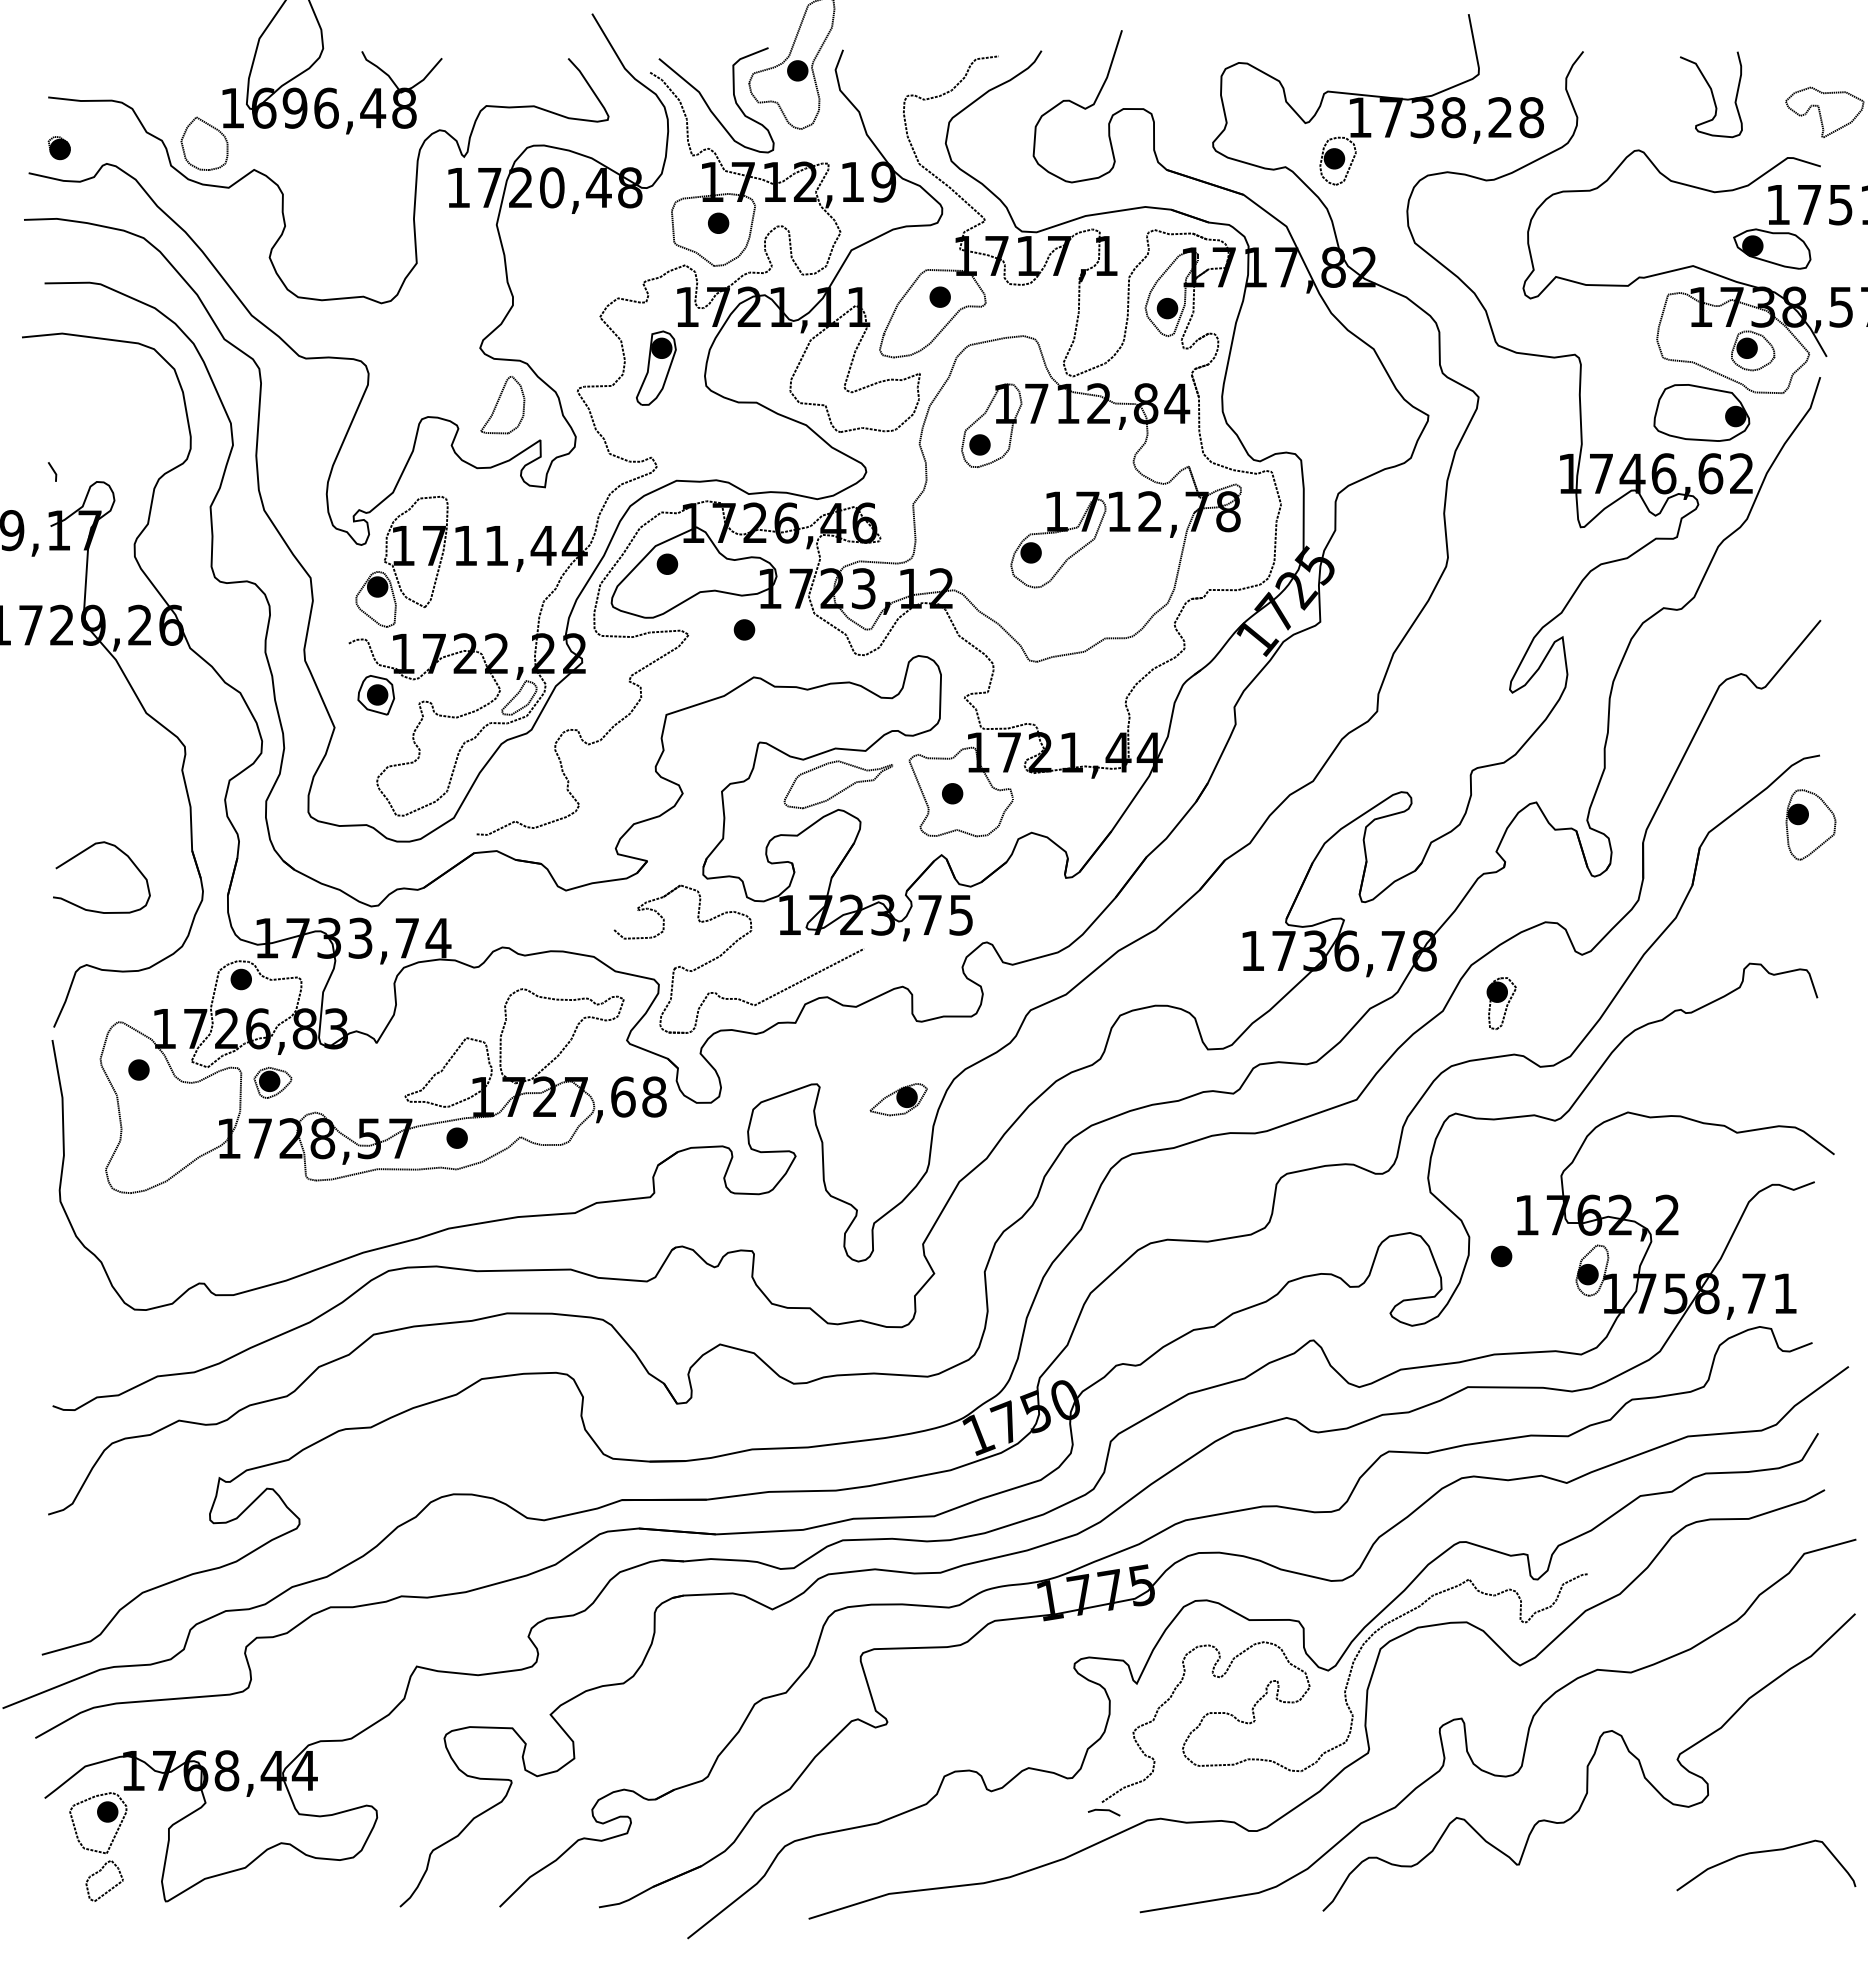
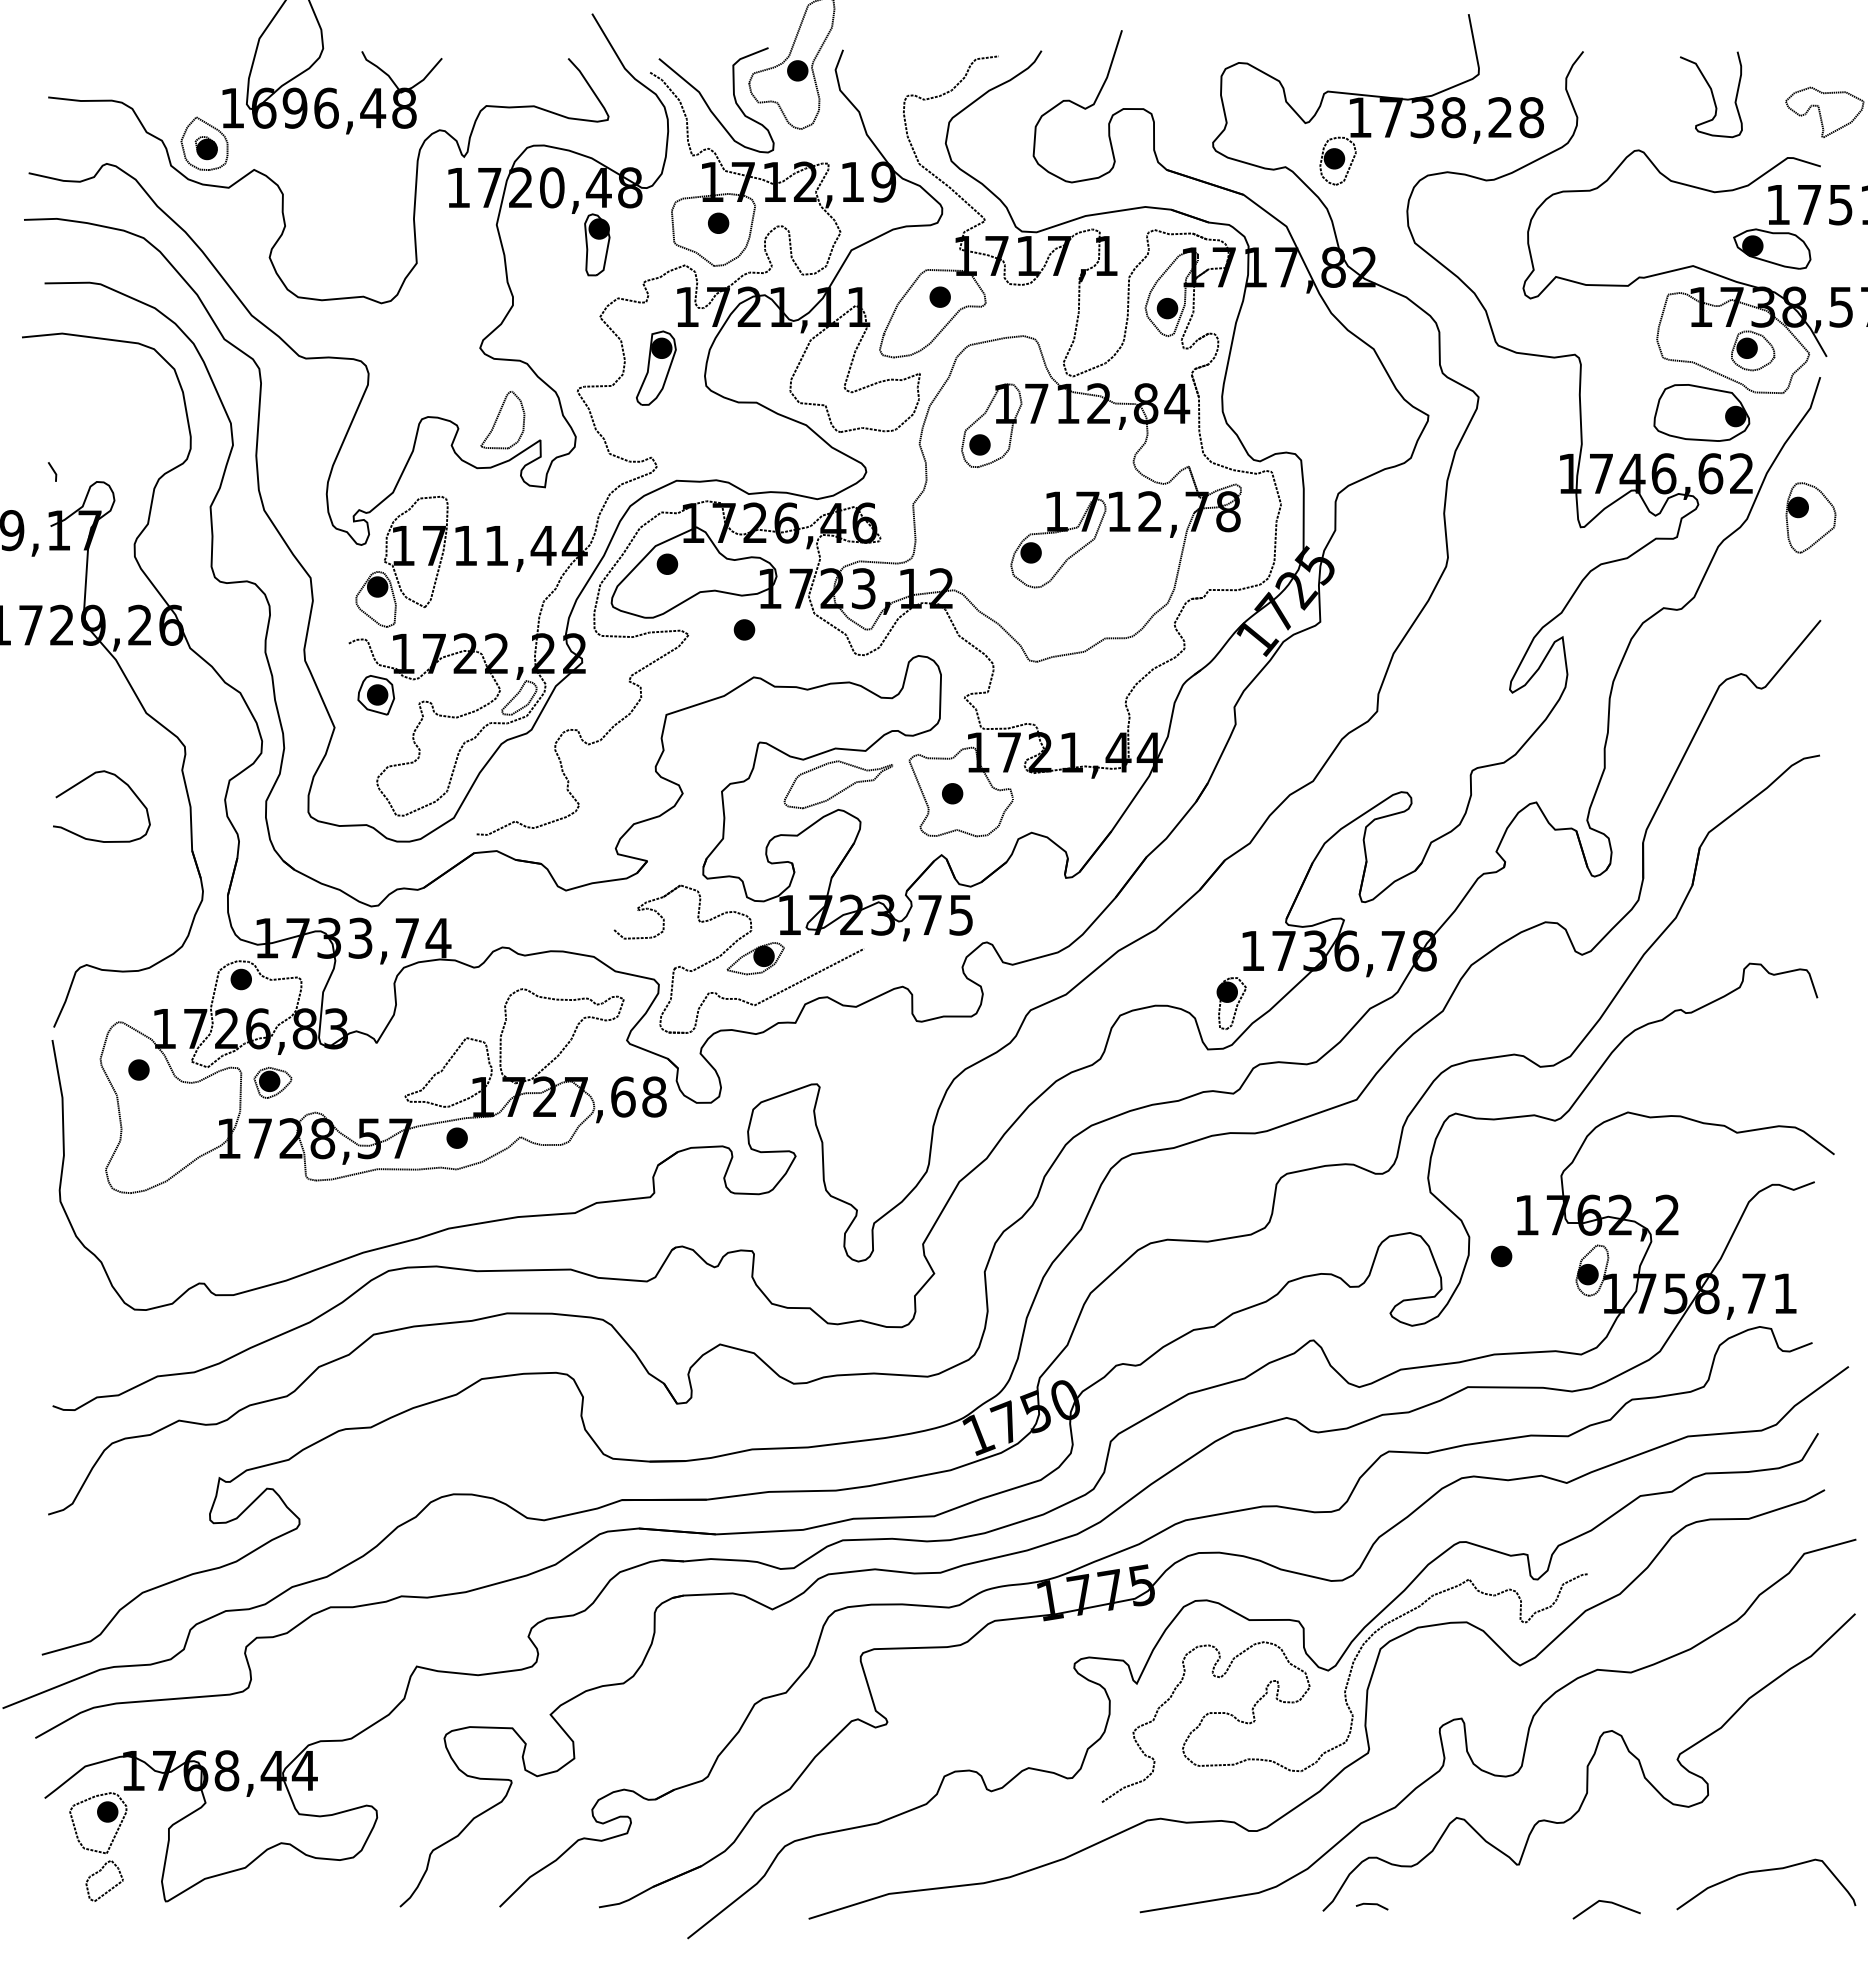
part at (58, 148) position: (58, 148) -> (205, 148)
part at (597, 244): none -> present
part at (502, 405) position: (502, 405) -> (502, 420)
part at (1810, 824) position: (1810, 824) -> (1810, 517)
part at (85, 851) position: (85, 851) -> (85, 780)
part at (1501, 1003) position: (1501, 1003) -> (1231, 1003)
part at (898, 1099) position: (898, 1099) -> (755, 958)
line at (1103, 1810) position: (1103, 1810) -> (1371, 1904)
curve at (1766, 1852) position: (1766, 1852) -> (1766, 1871)
line at (1609, 1903): none -> present
